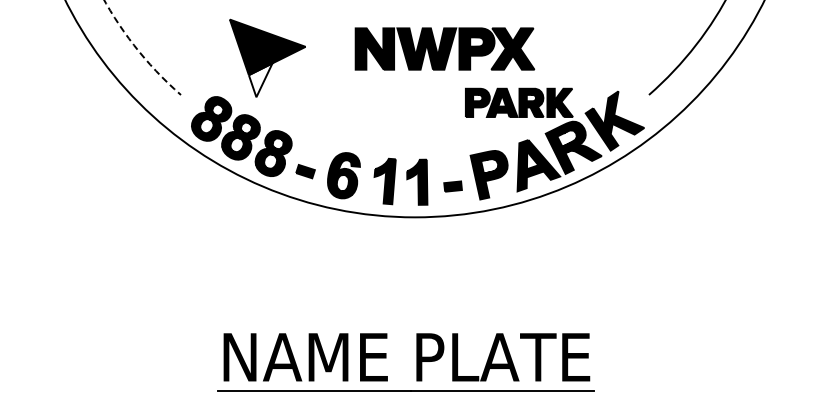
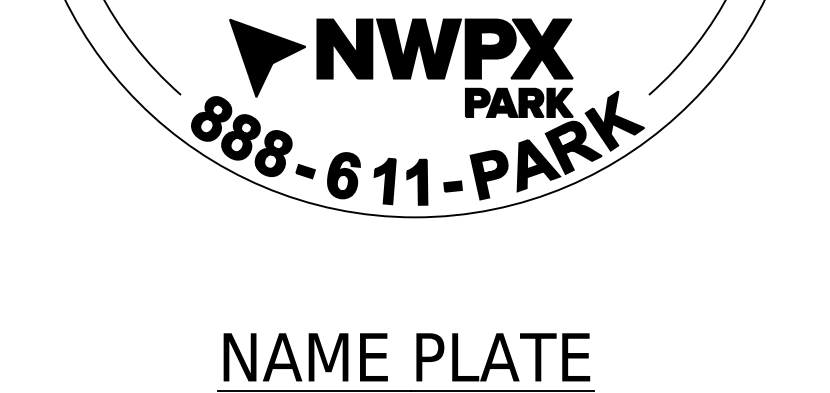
part at (444, 48) size: 182x44 px -> 258x62 px
arc at (139, 51): dashed -> solid
fill at (260, 80): none -> present
